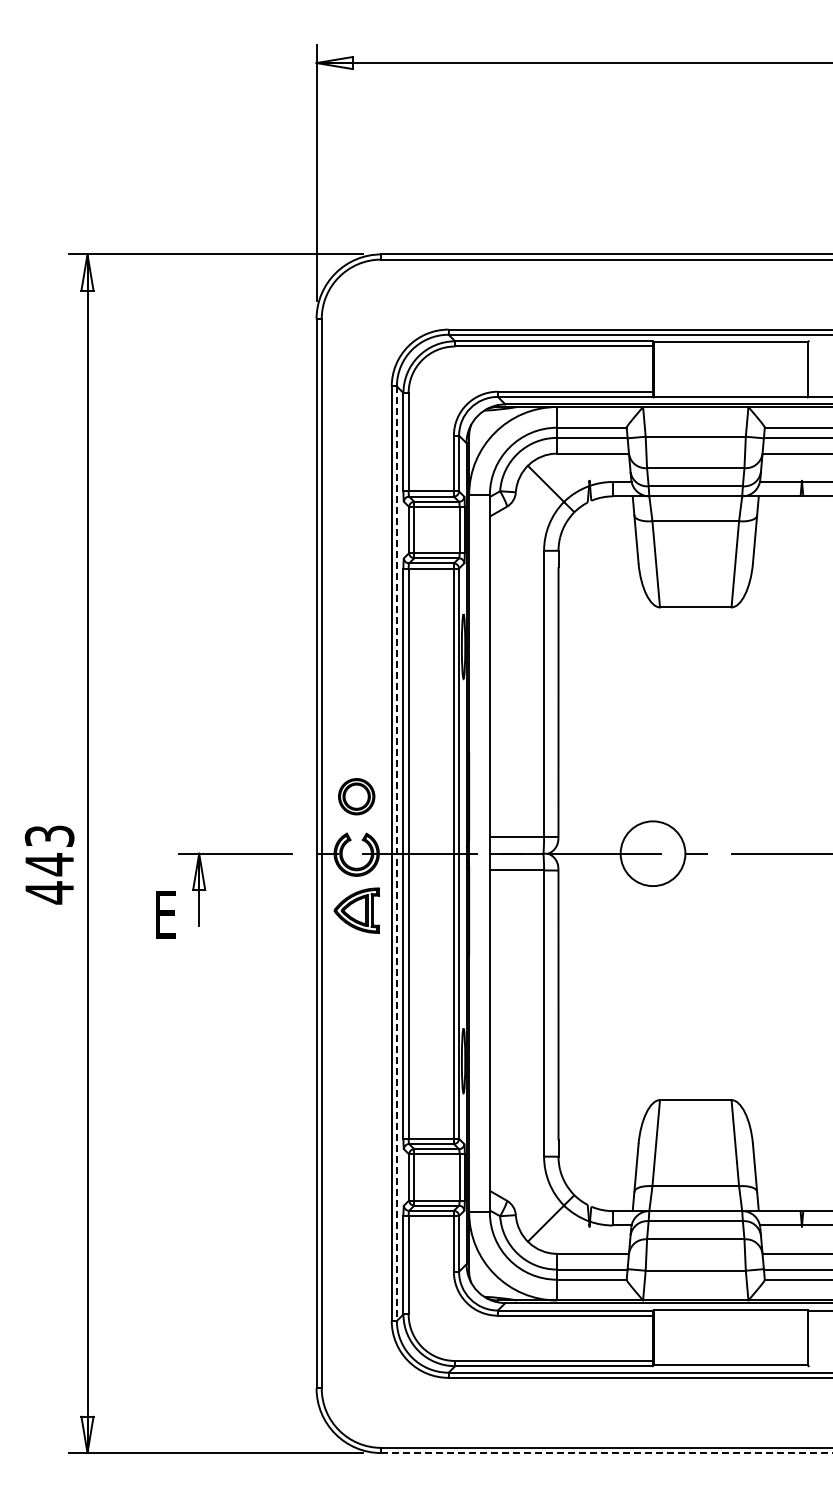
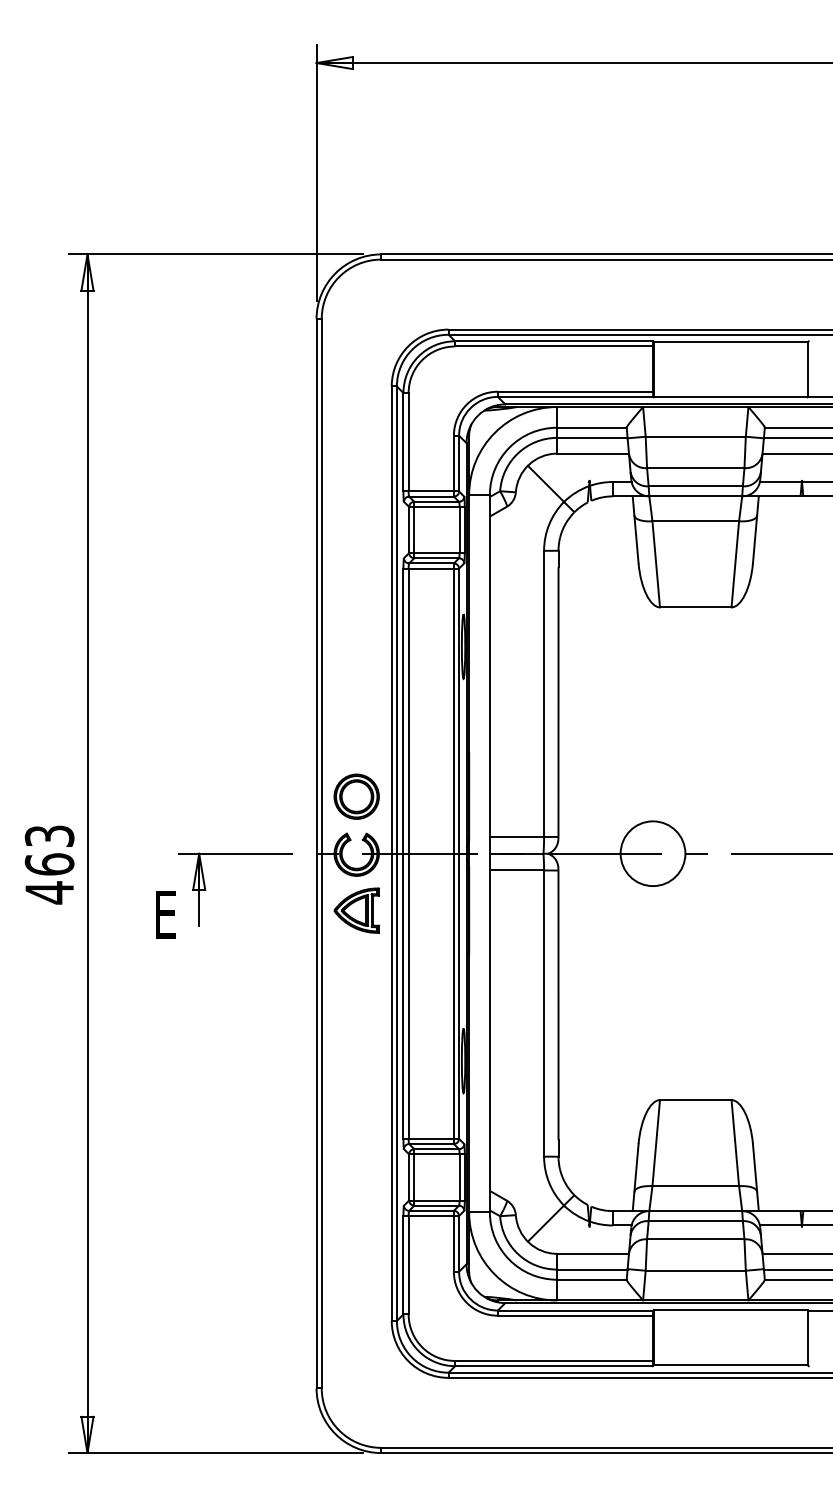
part at (356, 796) size: 38x38 px -> 47x47 px
line at (396, 854): dashed -> solid
text at (49, 864): 443 -> 463
line at (607, 1453): dashed -> solid
